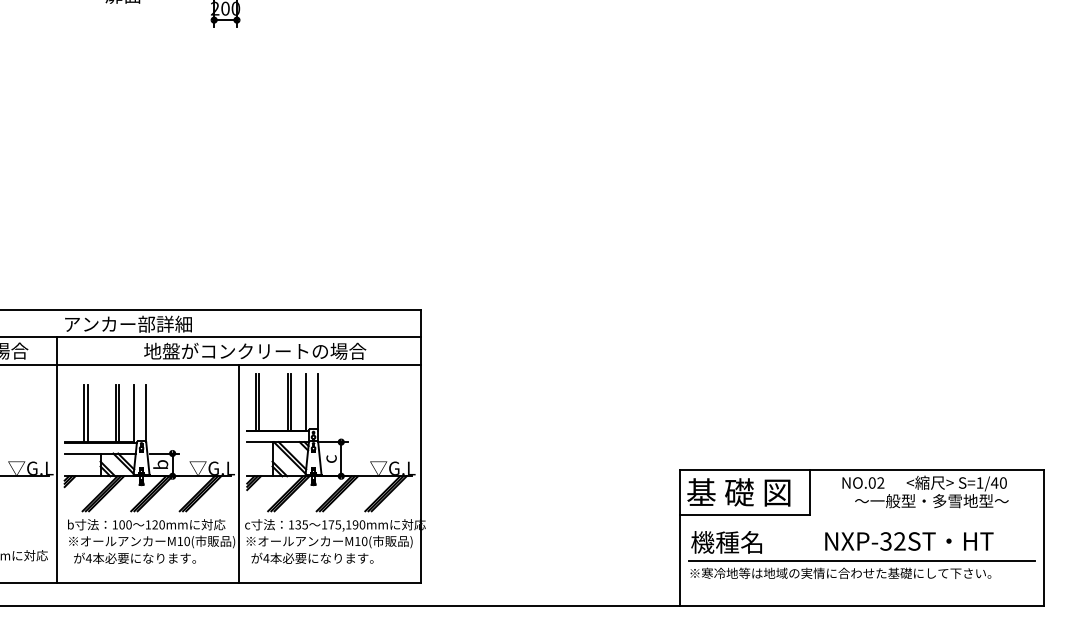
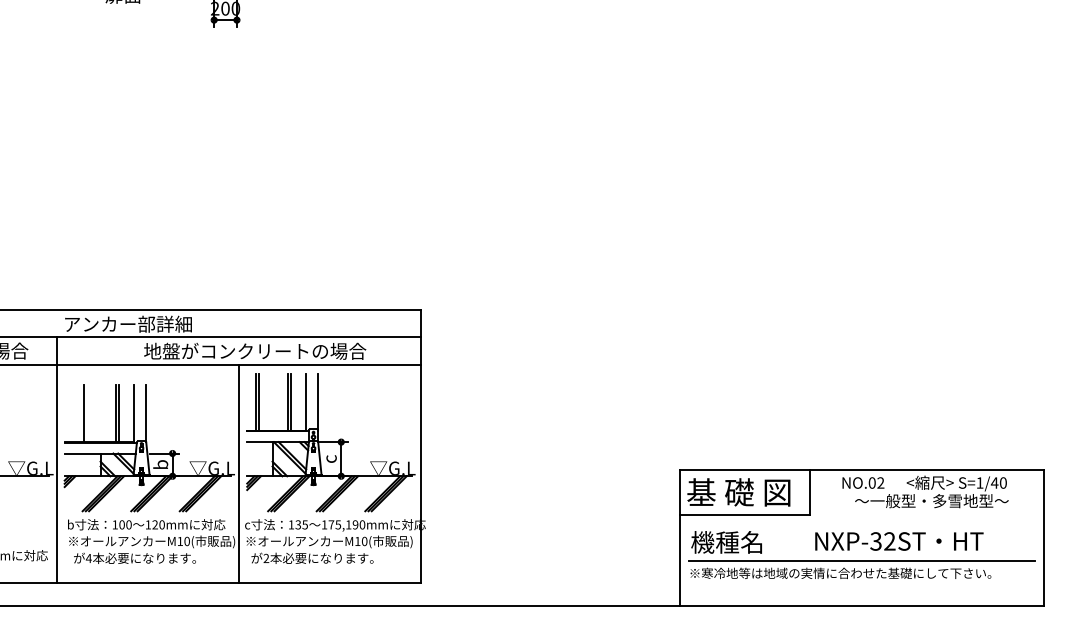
line at (87, 413): present -> none
text at (909, 541) position: (909, 541) -> (899, 541)
text at (266, 557): 4 -> 2
